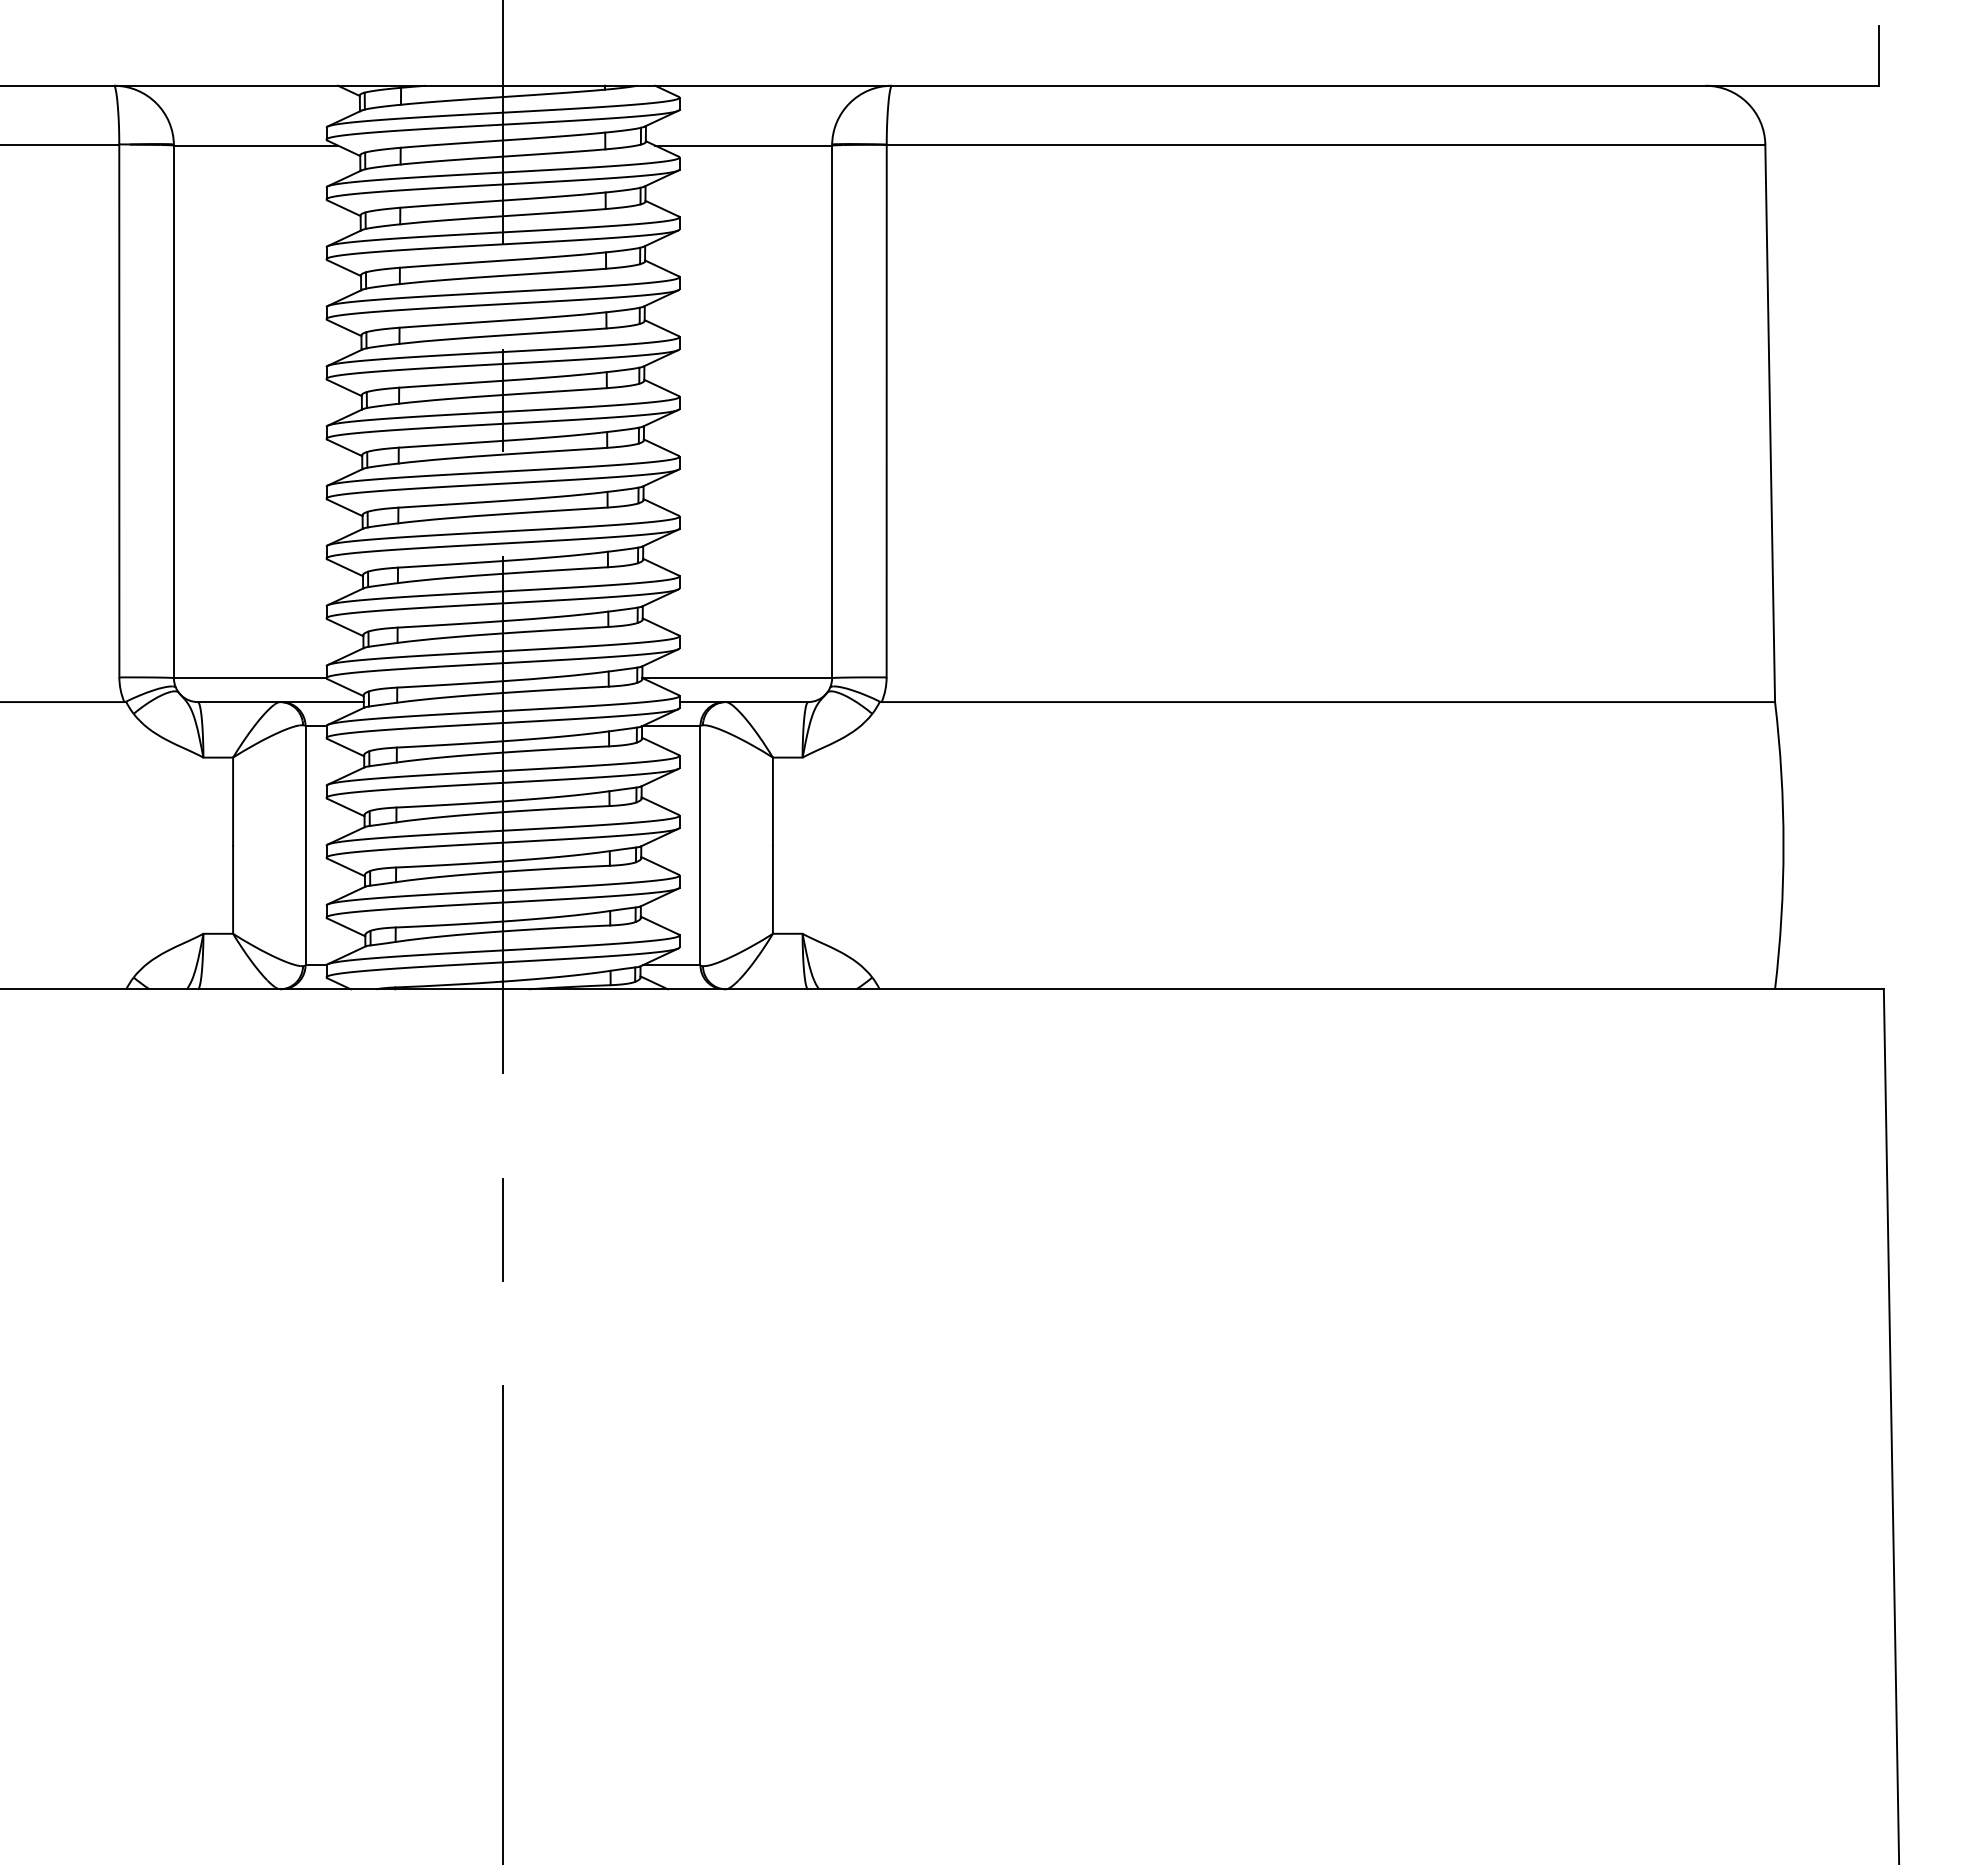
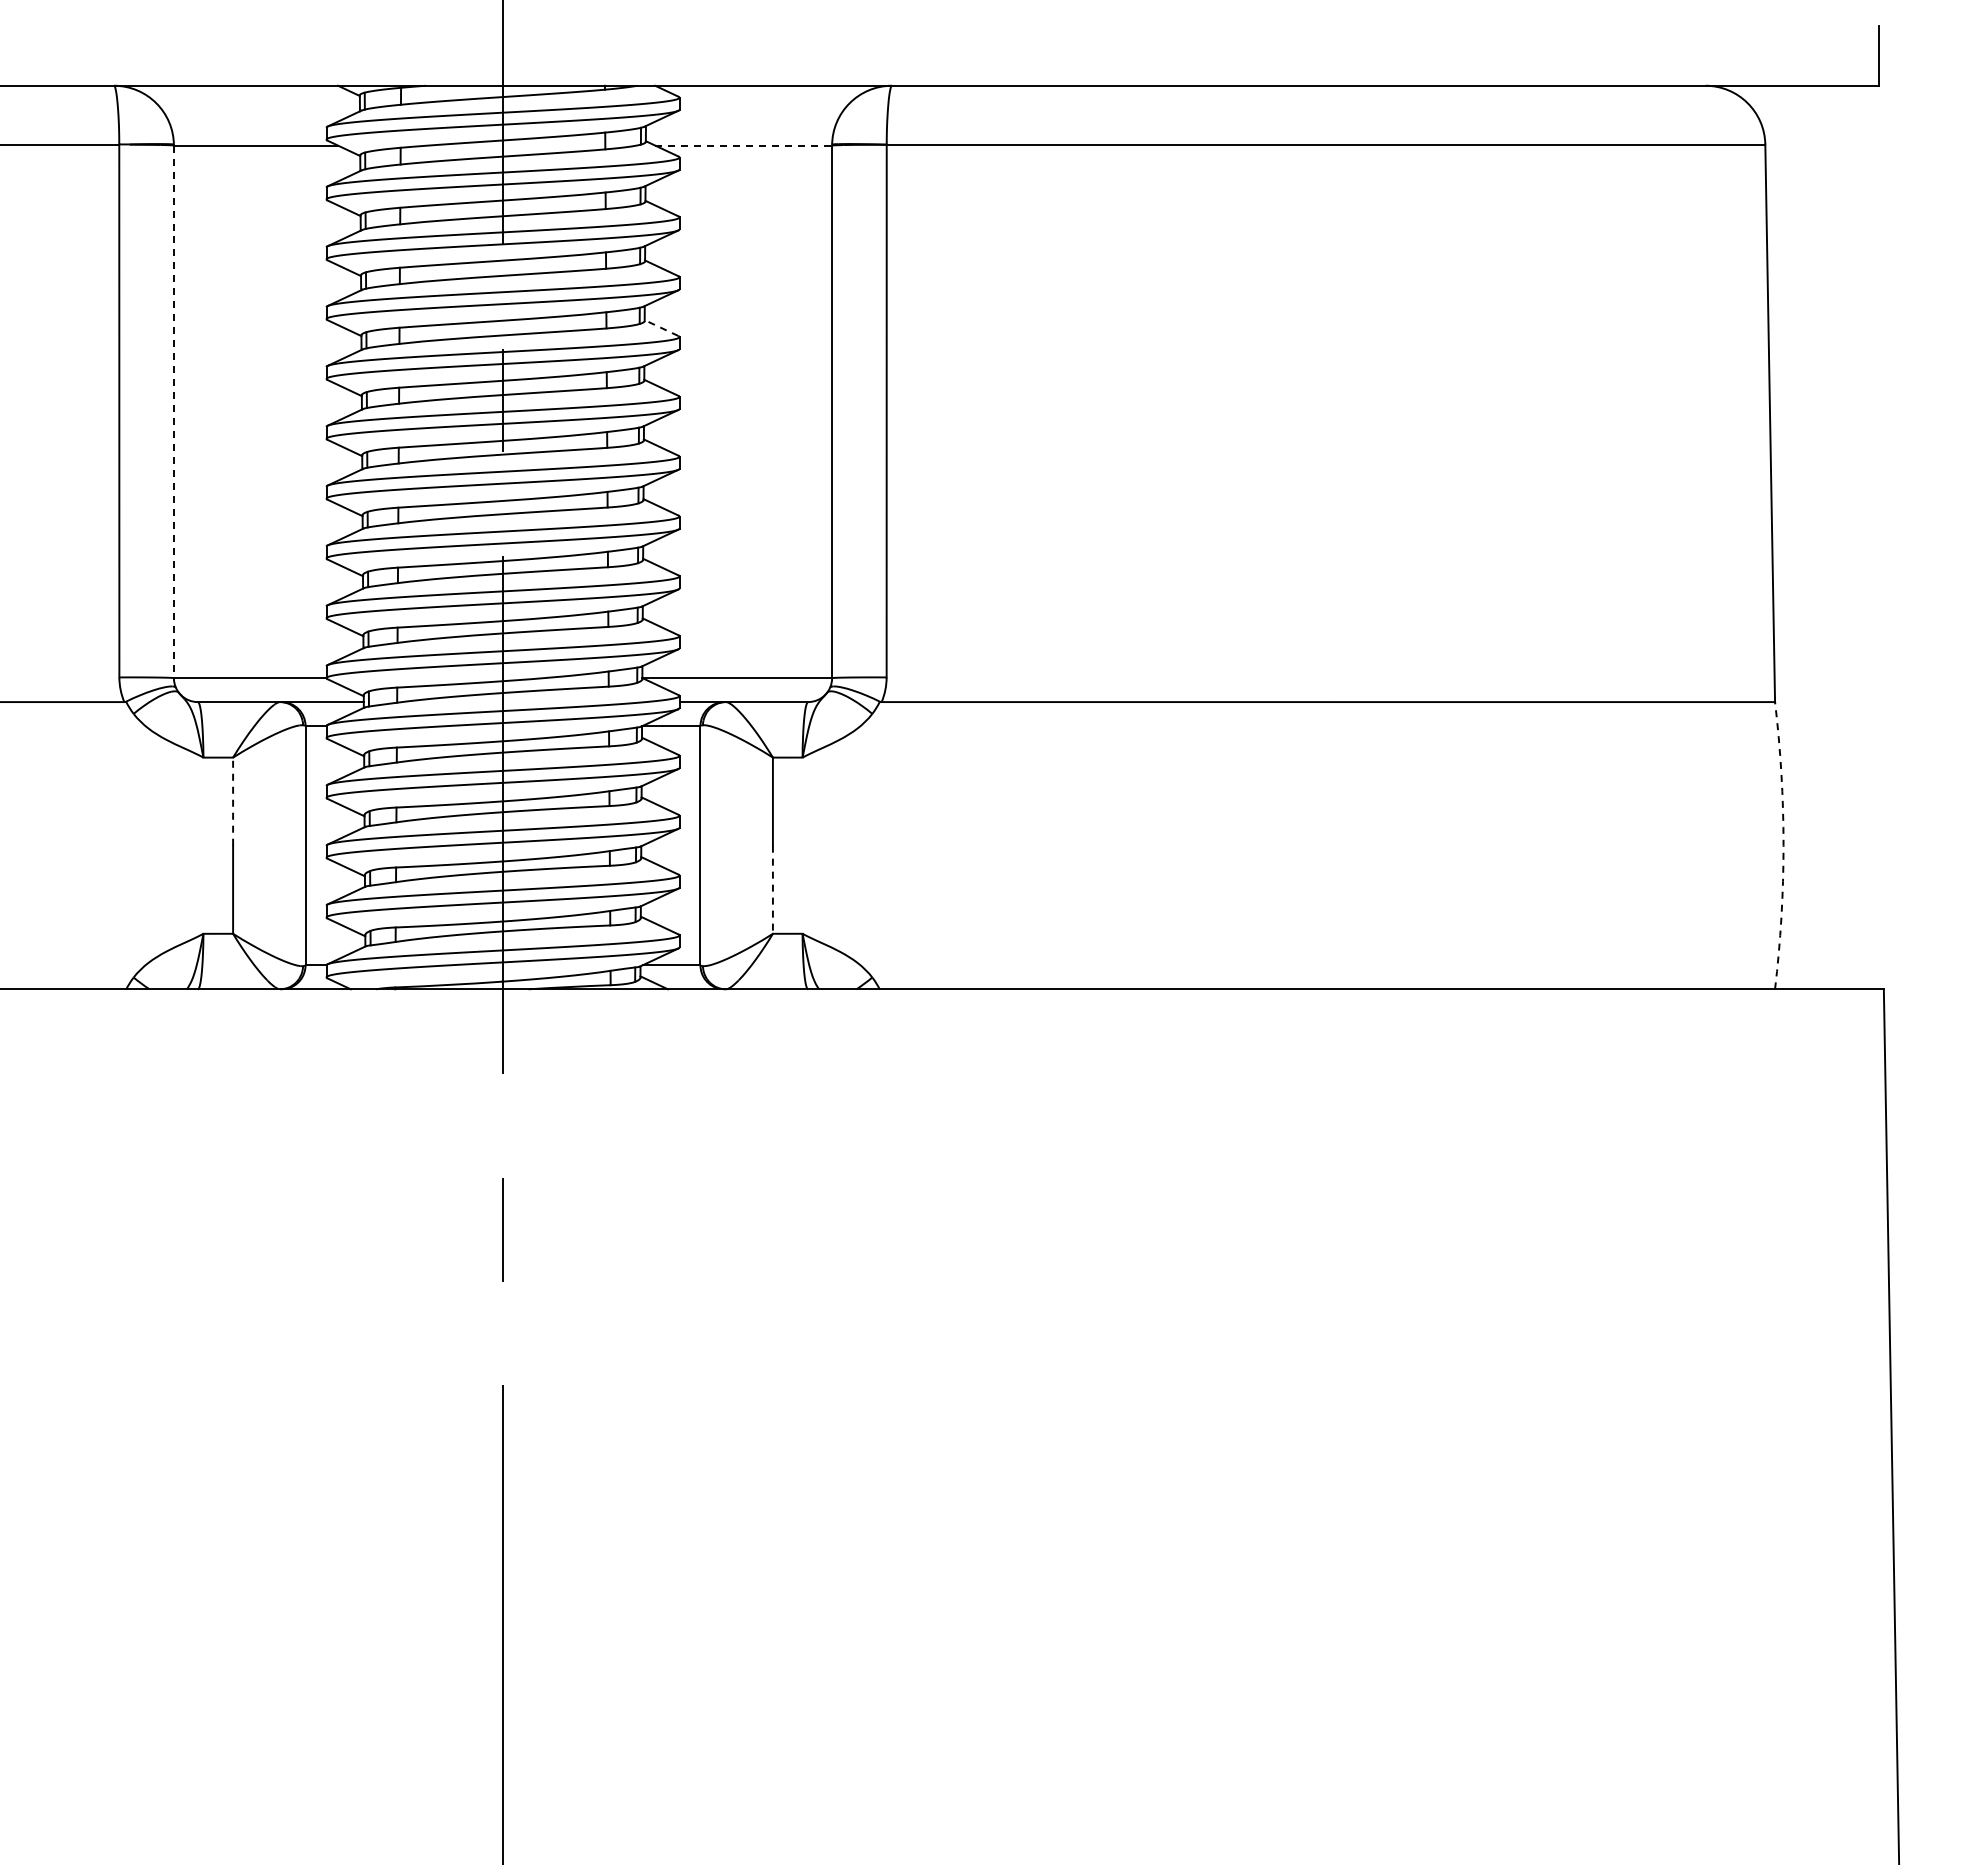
line at (744, 145): solid -> dashed
line at (661, 328): solid -> dashed
line at (173, 412): solid -> dashed
line at (233, 801): solid -> dashed
arc at (1783, 845): solid -> dashed
line at (772, 890): solid -> dashed
